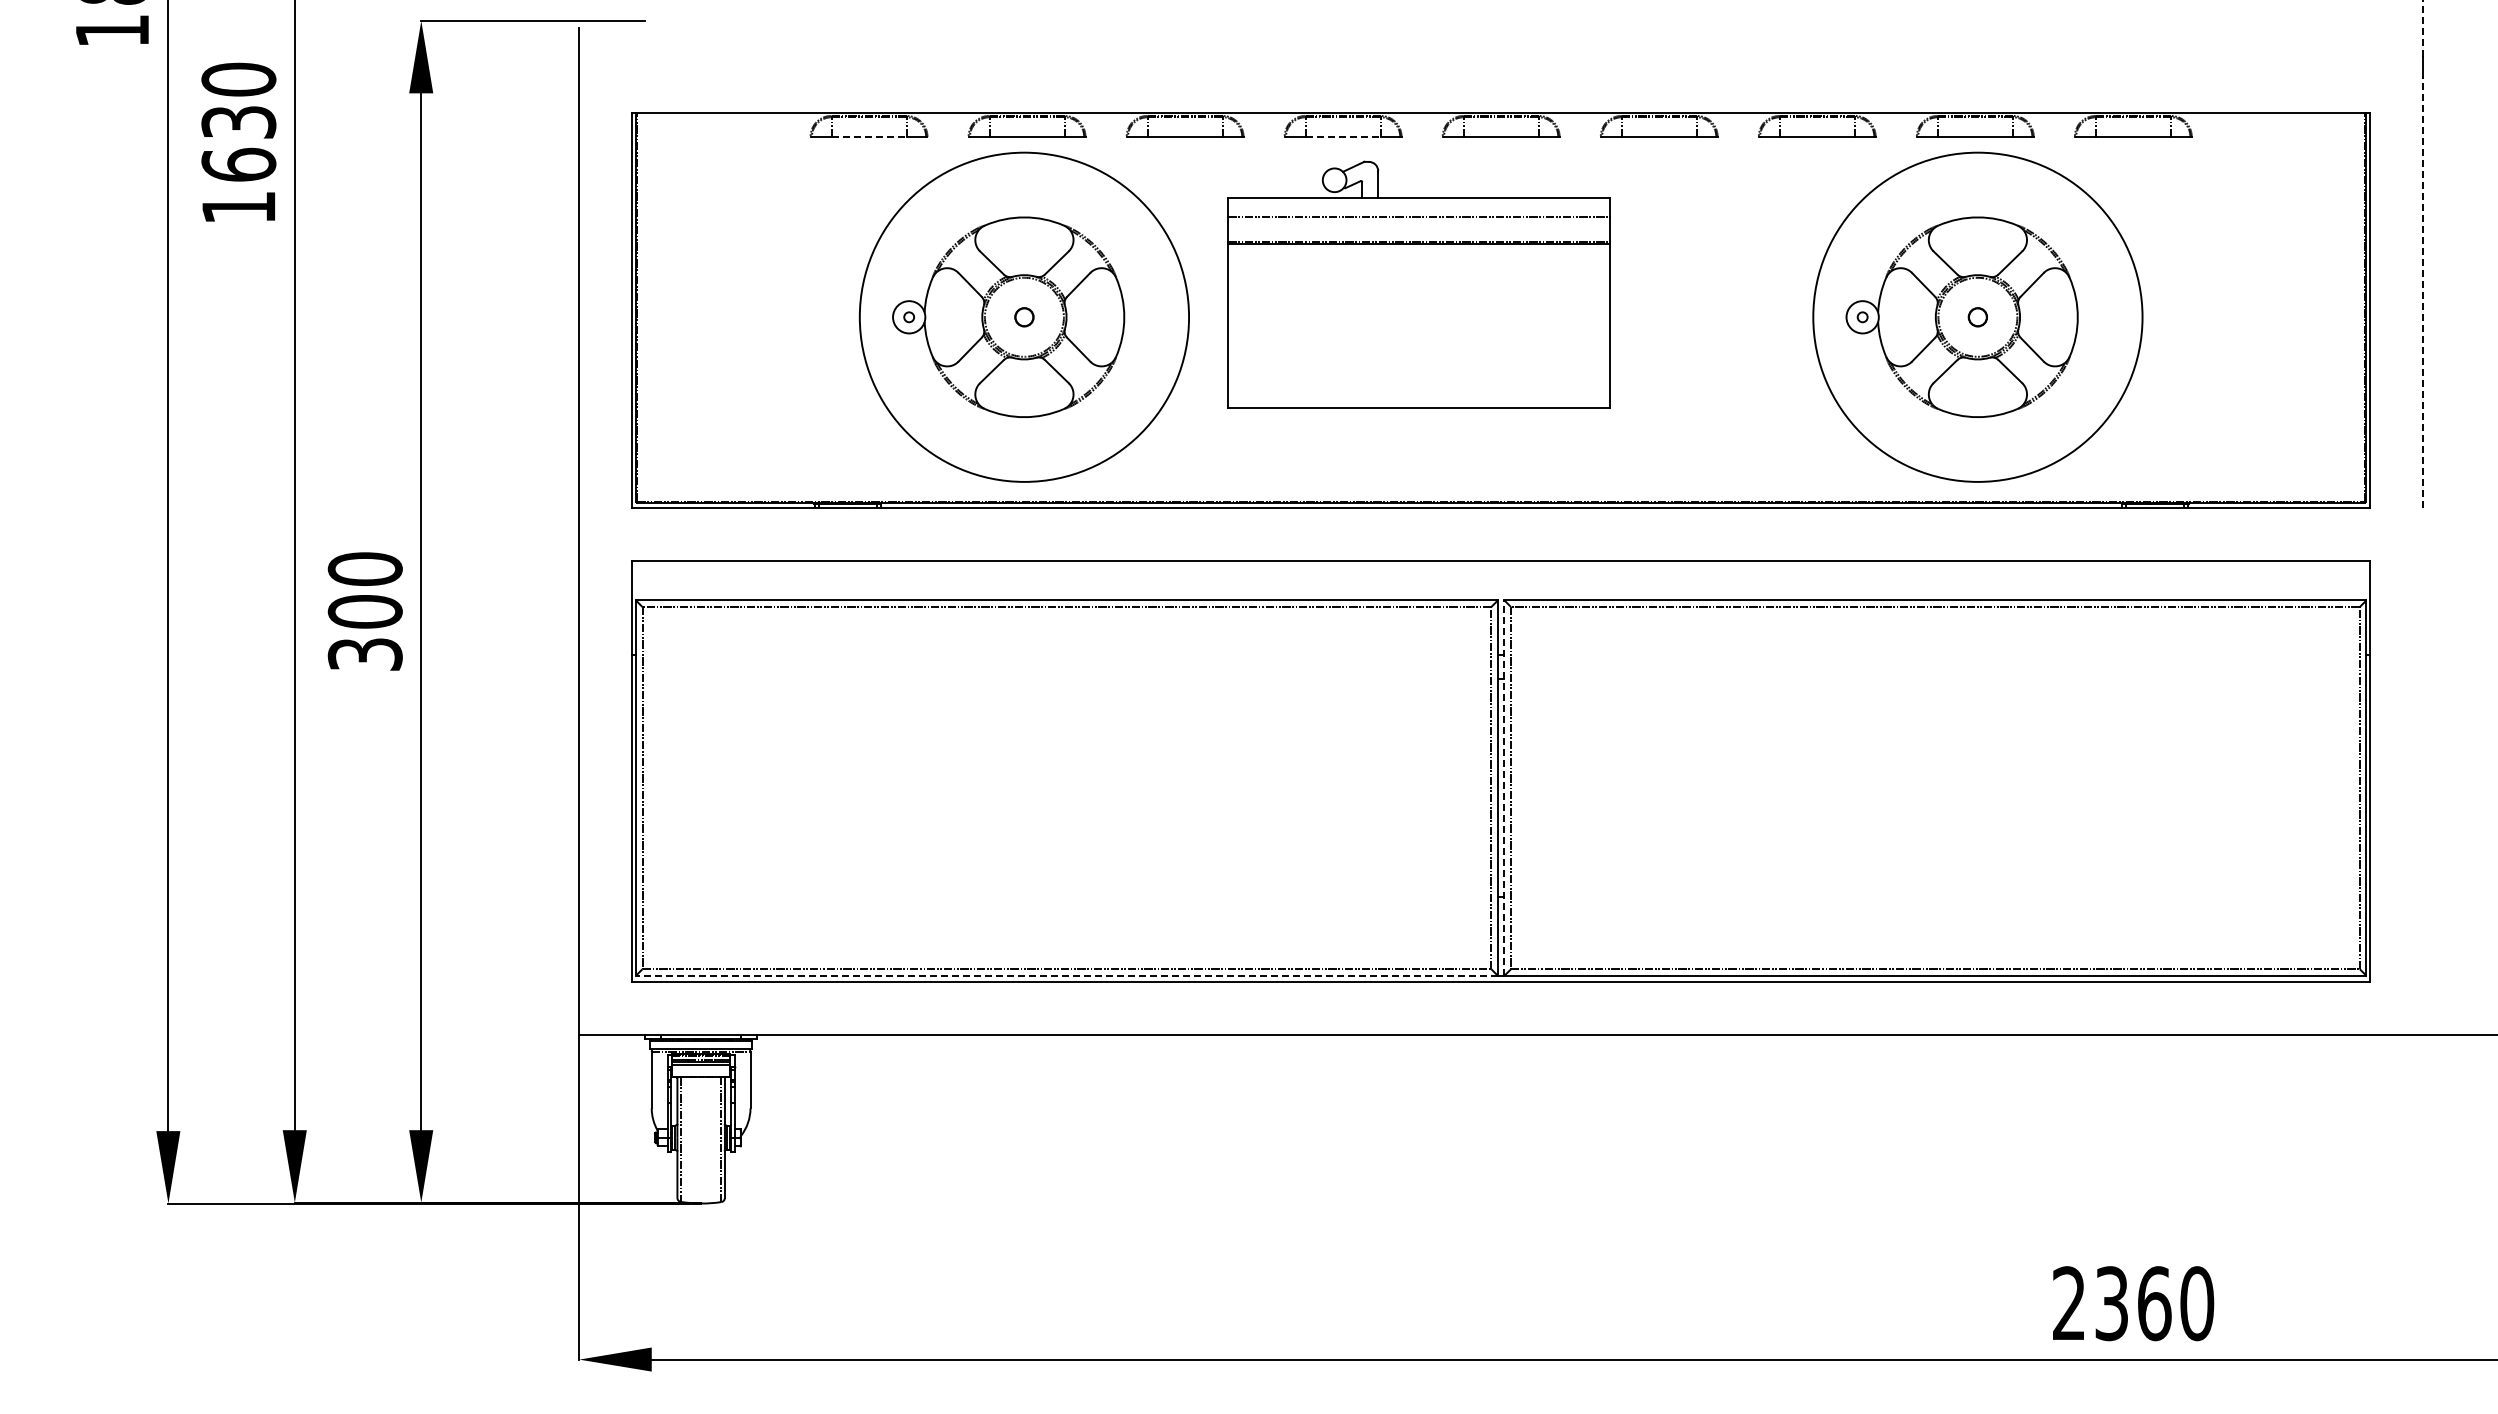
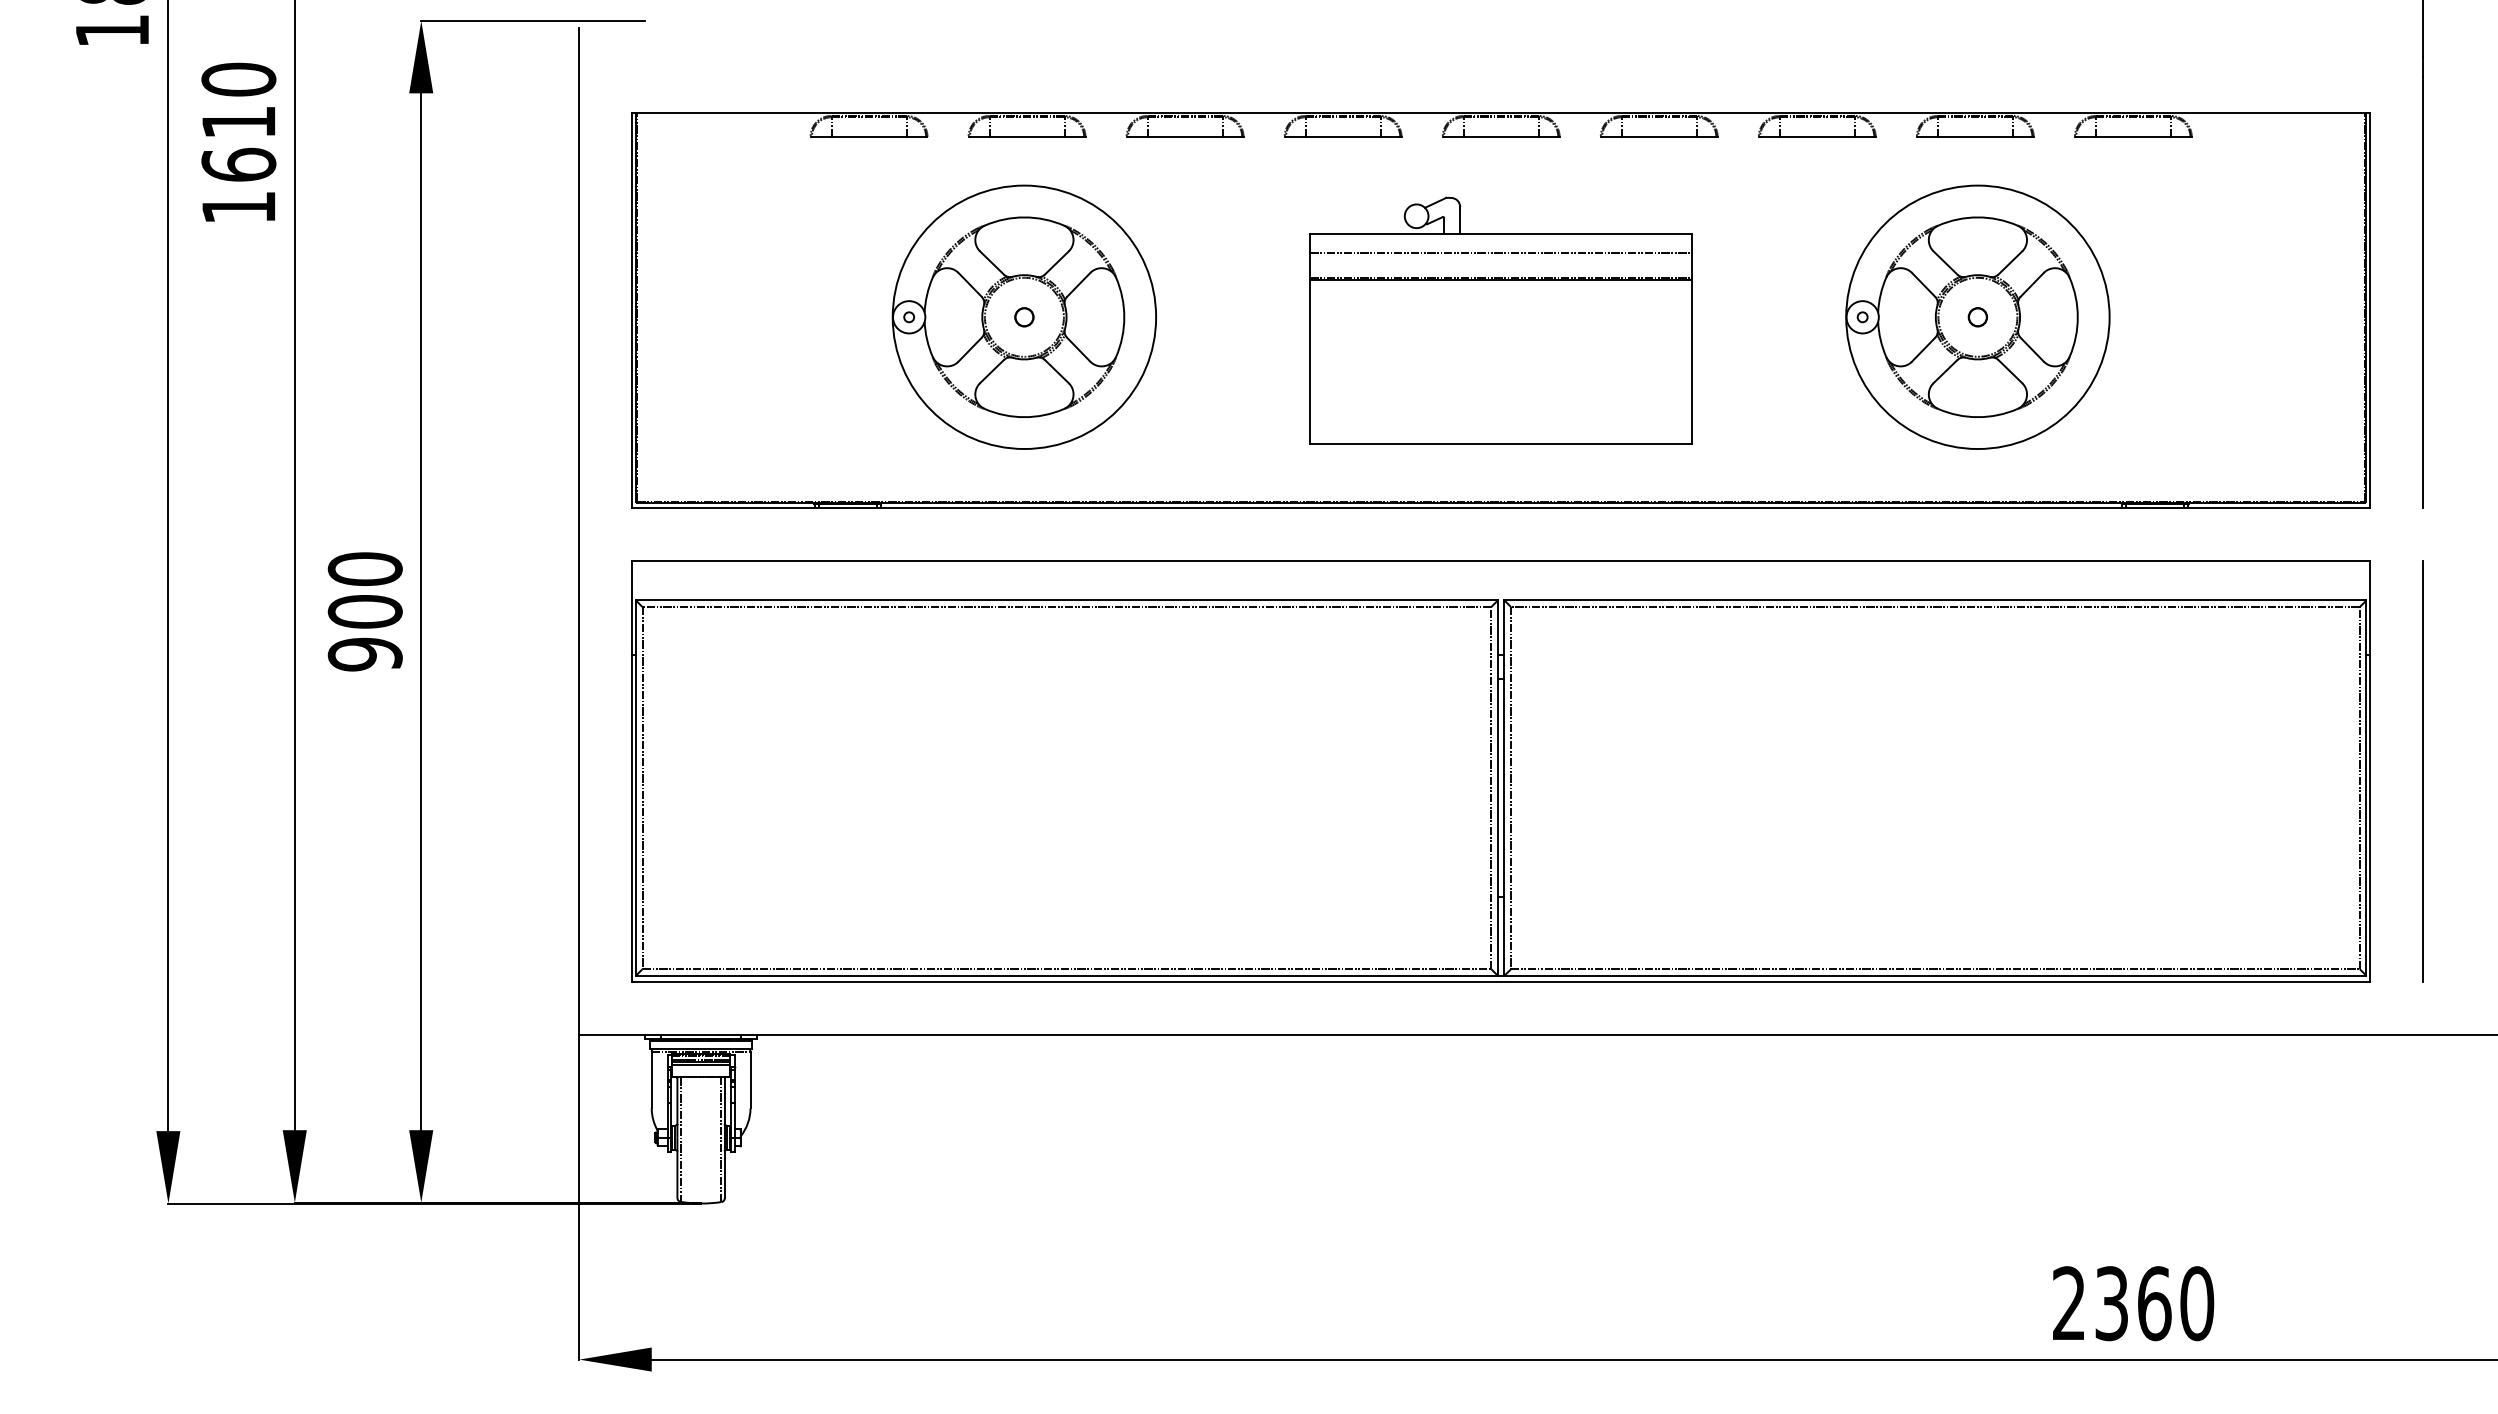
line at (2423, 28): dashed -> solid
text at (238, 122): 1630 -> 1610
line at (869, 136): dashed -> solid
line at (1343, 136): dashed -> solid
part at (1418, 284) position: (1418, 284) -> (1500, 320)
line at (2423, 292): dashed -> solid
circle at (1024, 316) diameter: 329 px -> 263 px
circle at (1977, 316) diameter: 329 px -> 263 px
text at (365, 654): 300 -> 900
line at (2423, 771): none -> present
line at (1504, 788): dashed -> solid
line at (1066, 975): dashed -> solid
